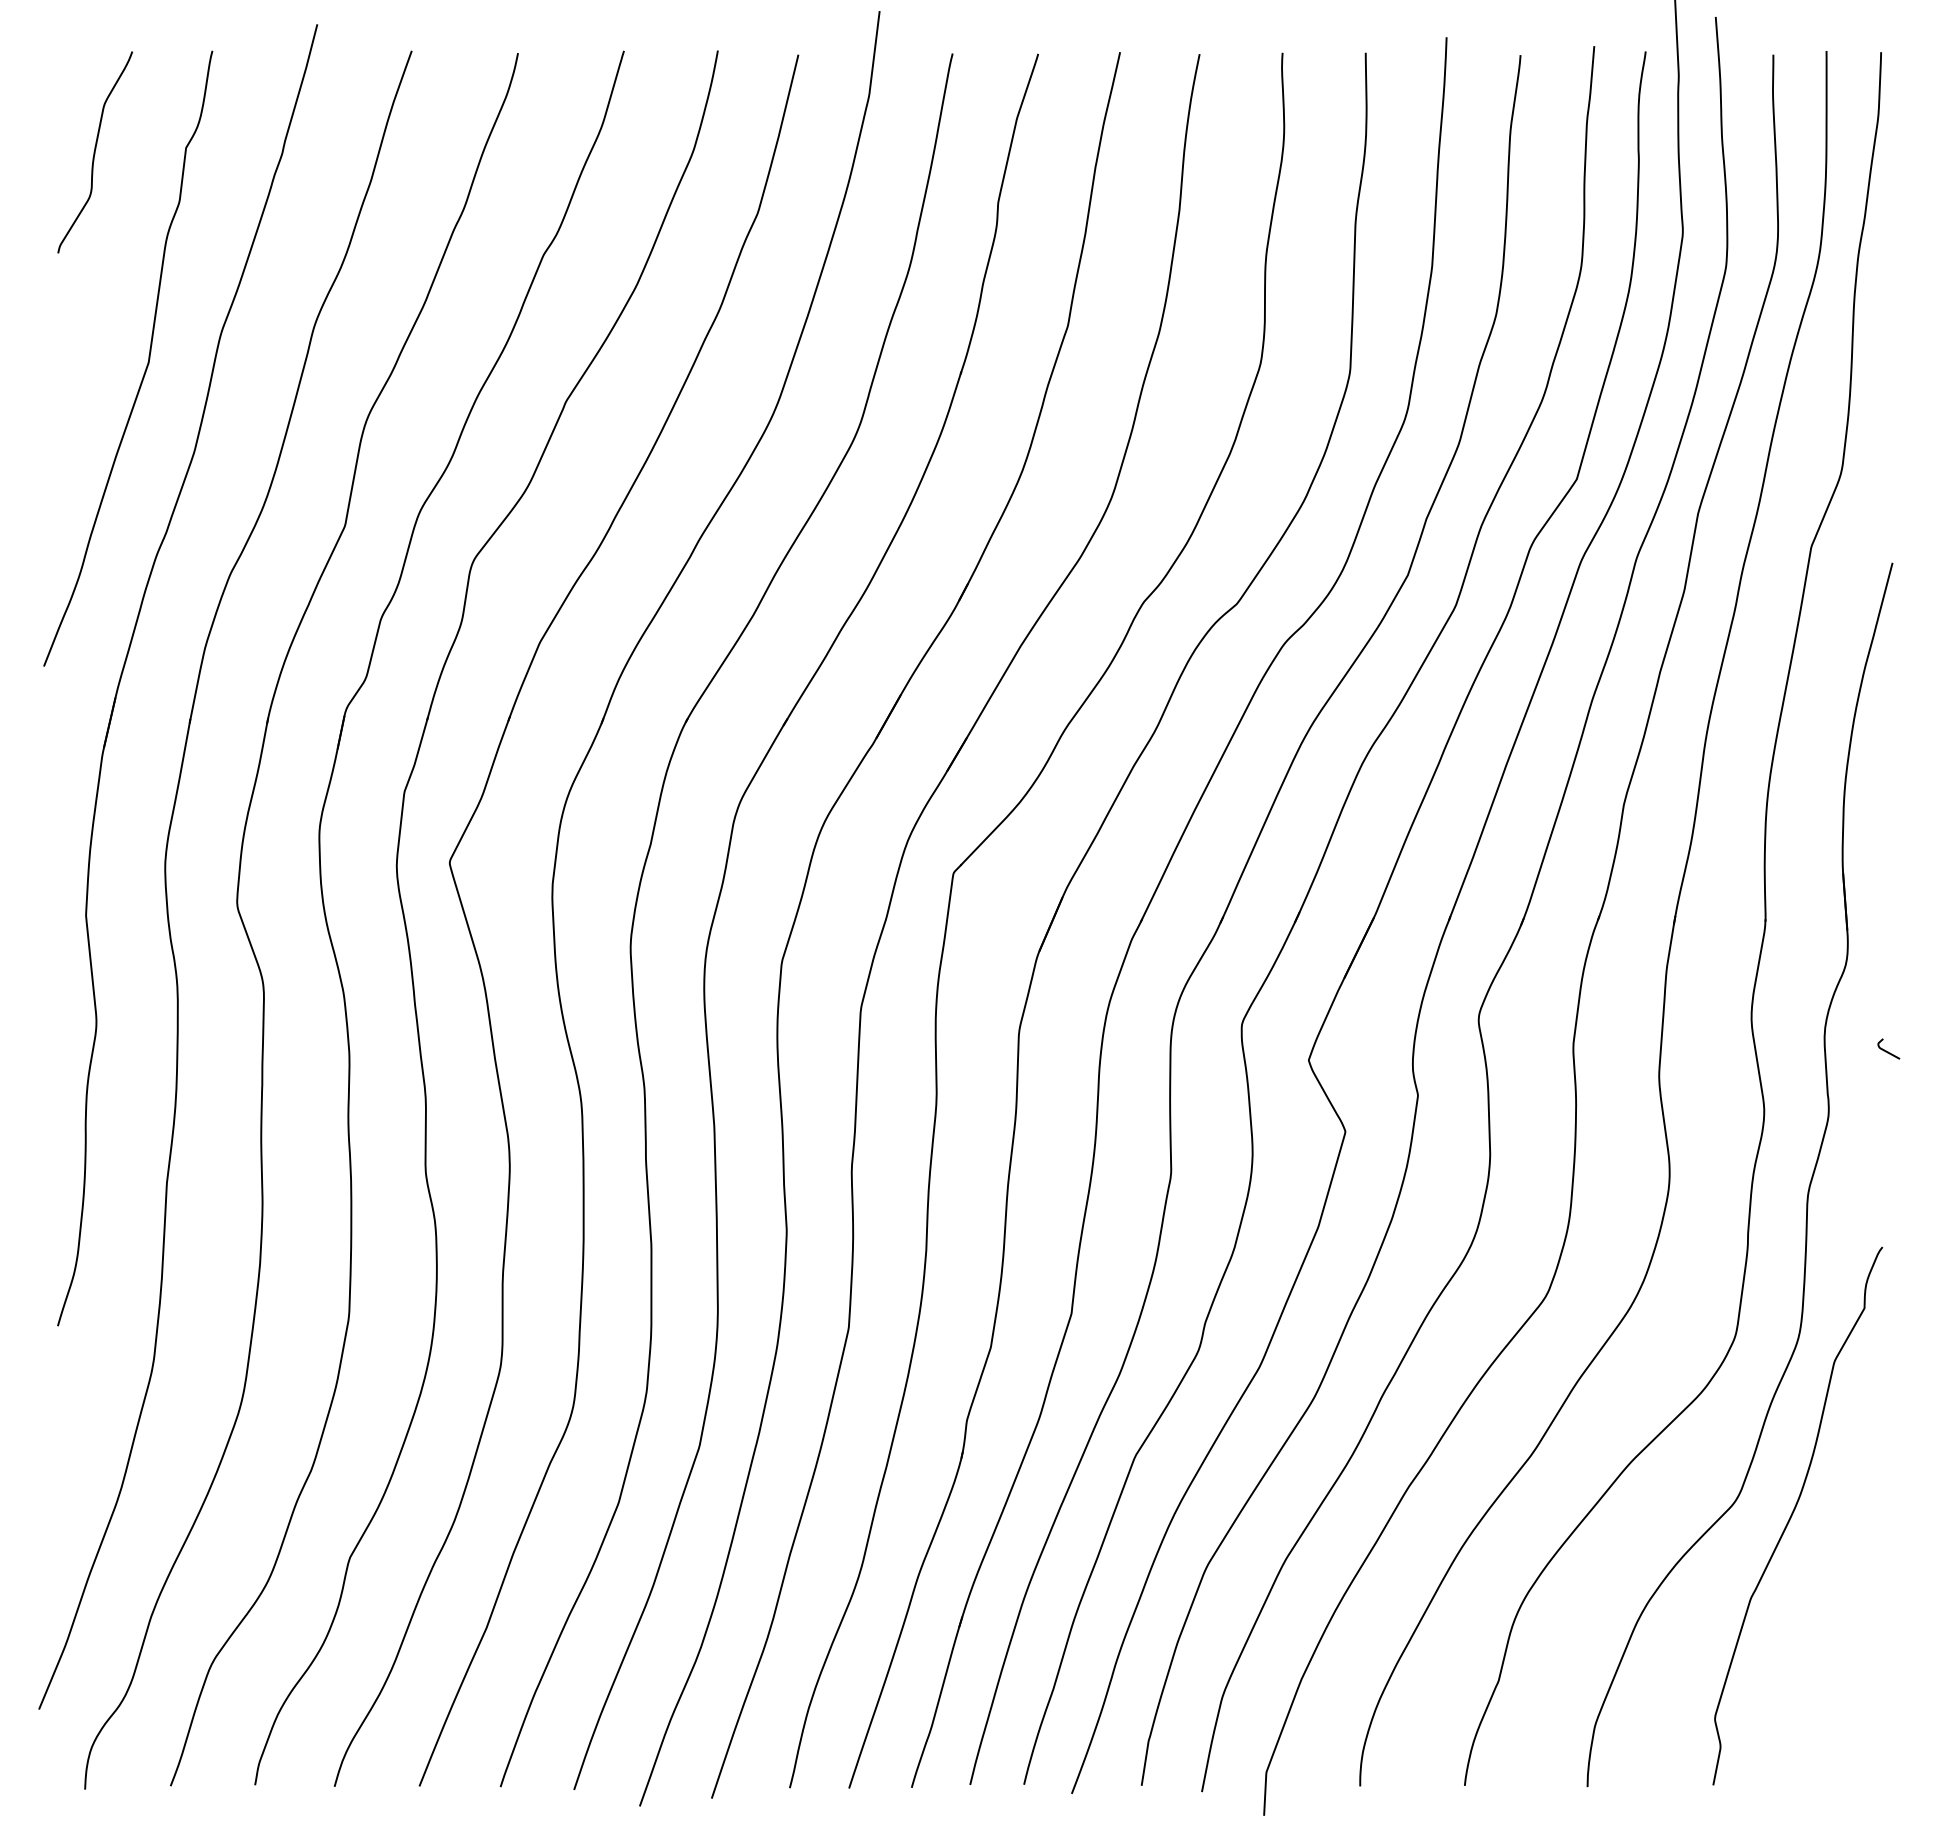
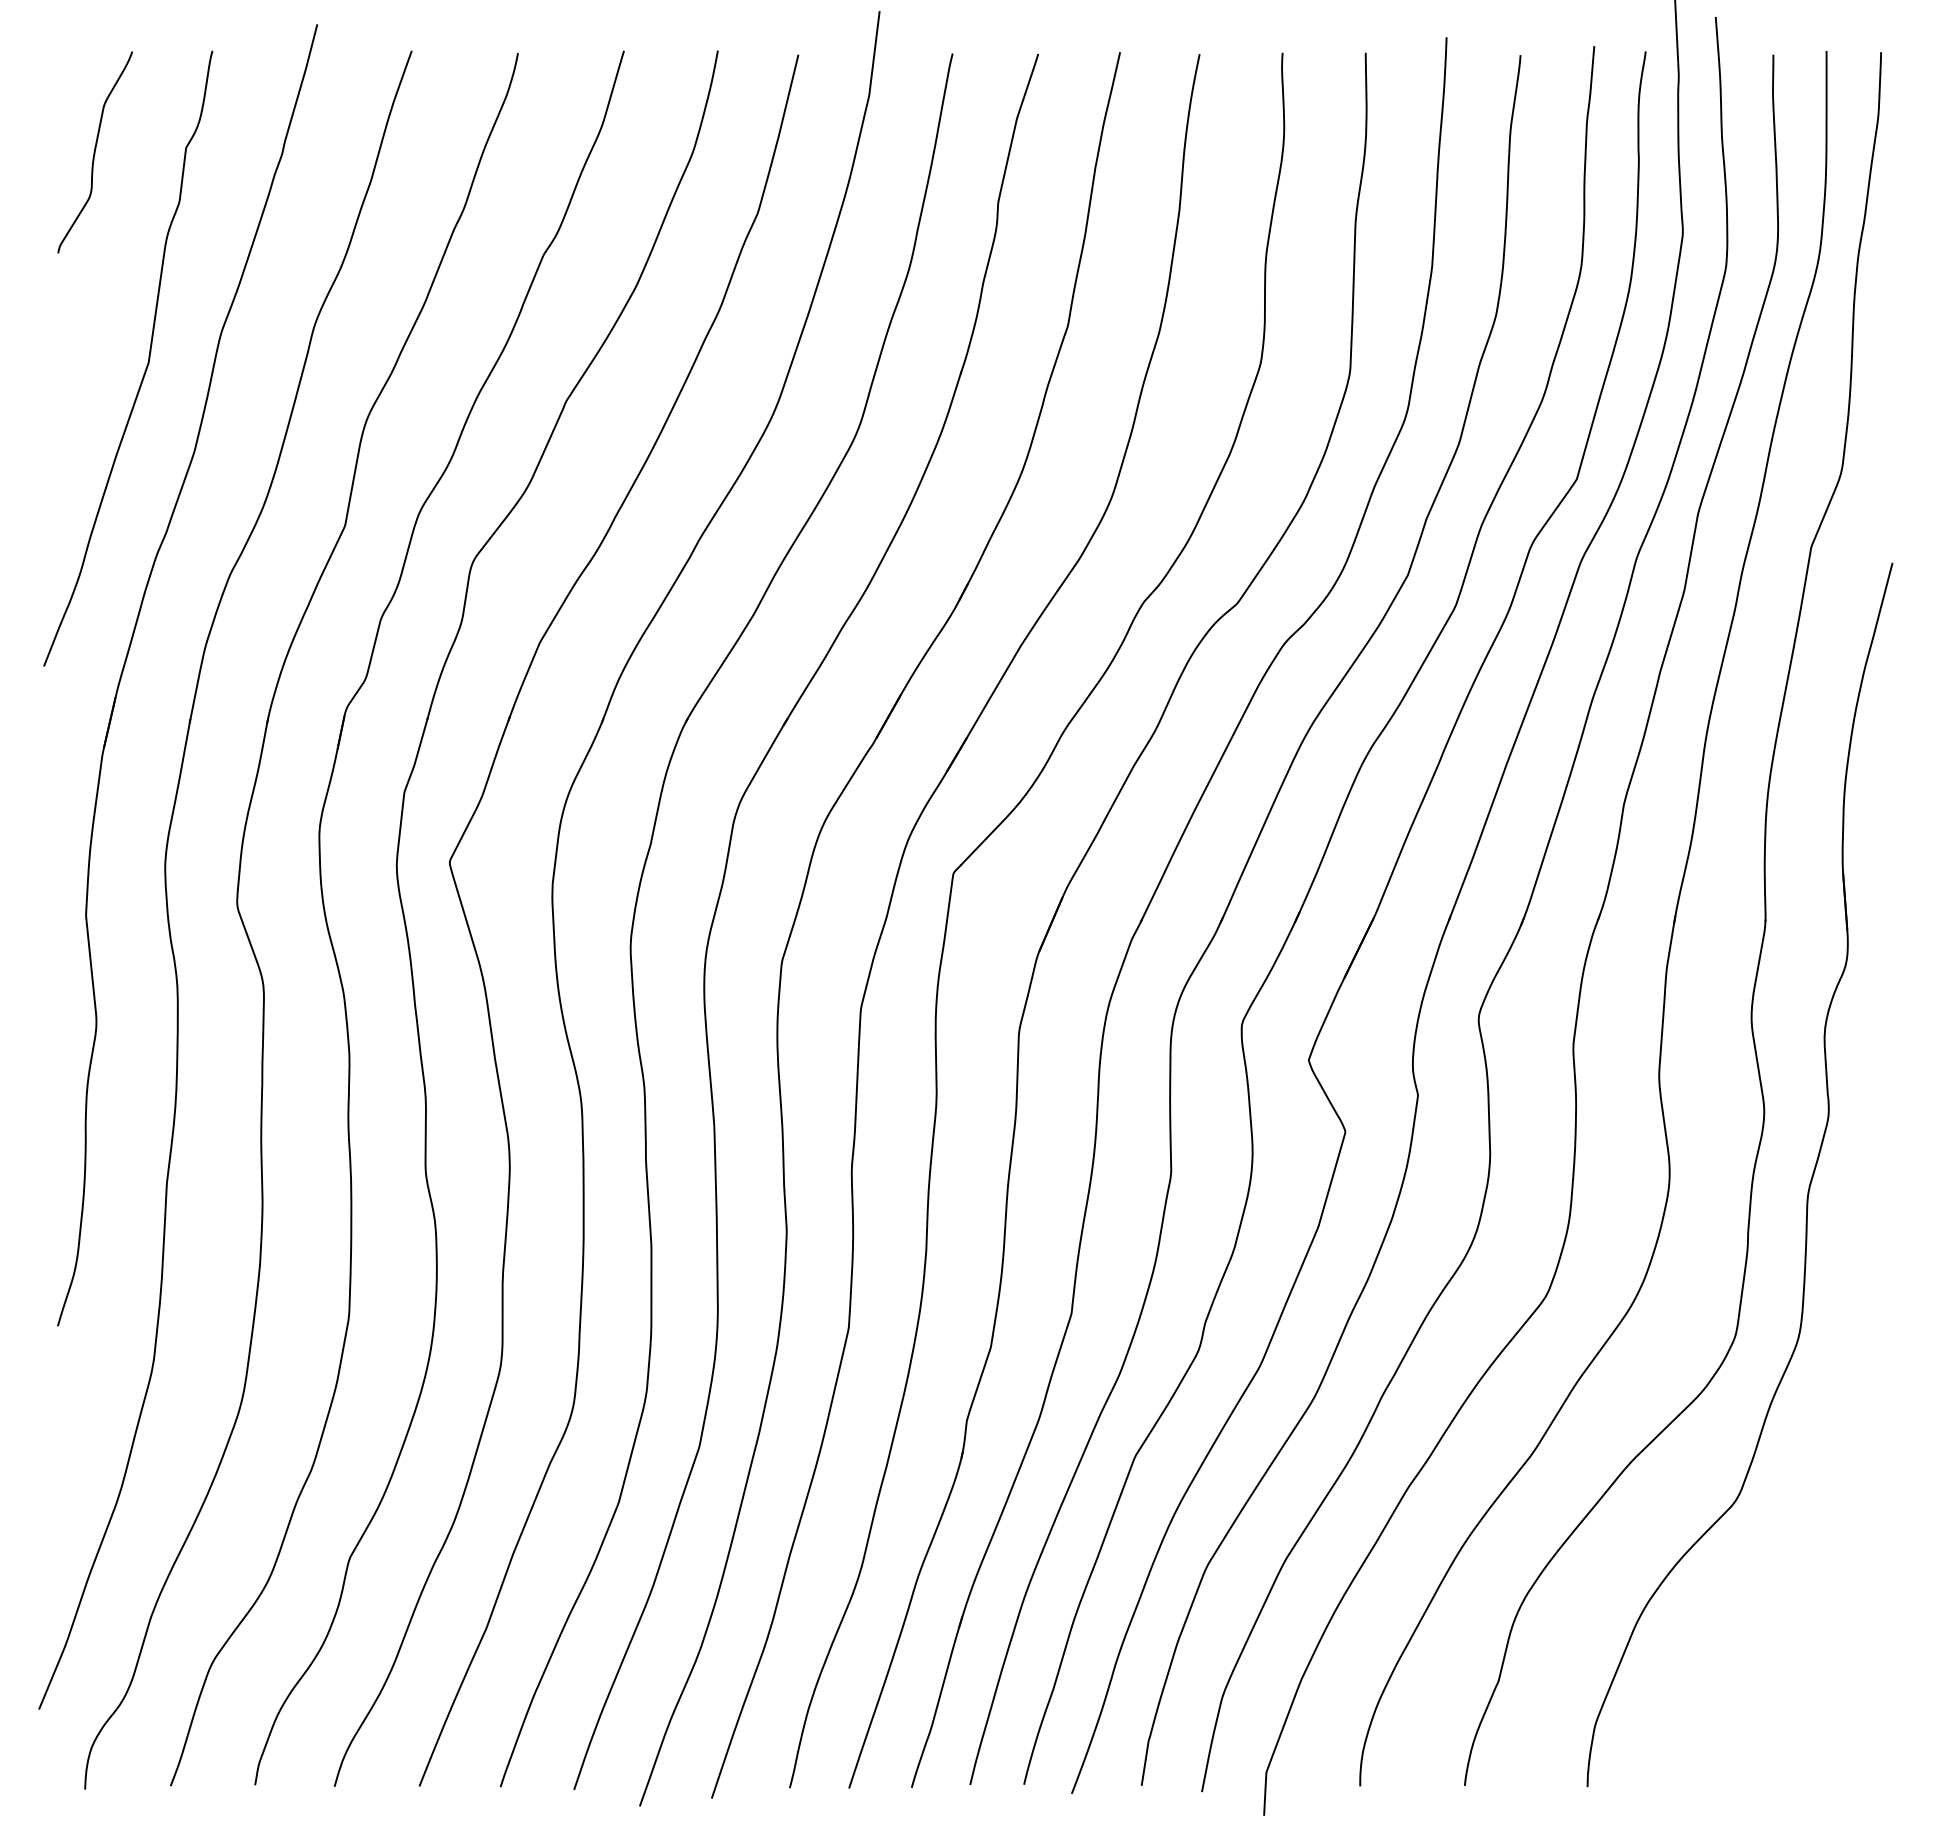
curve at (1886, 1050): present -> none
curve at (1793, 1513): present -> none
